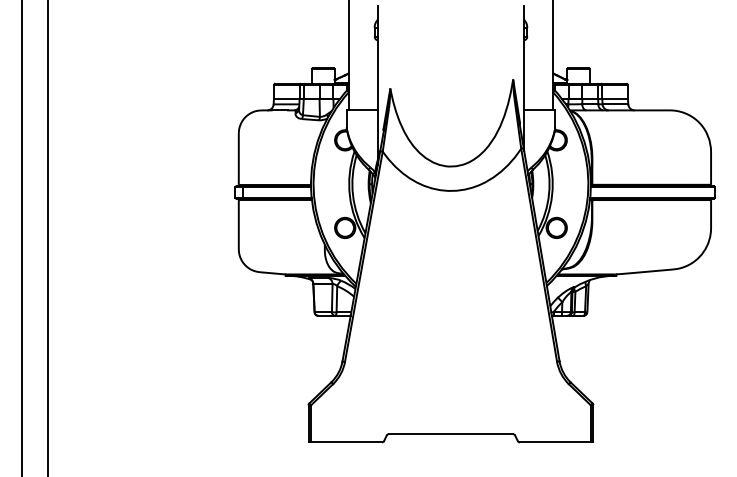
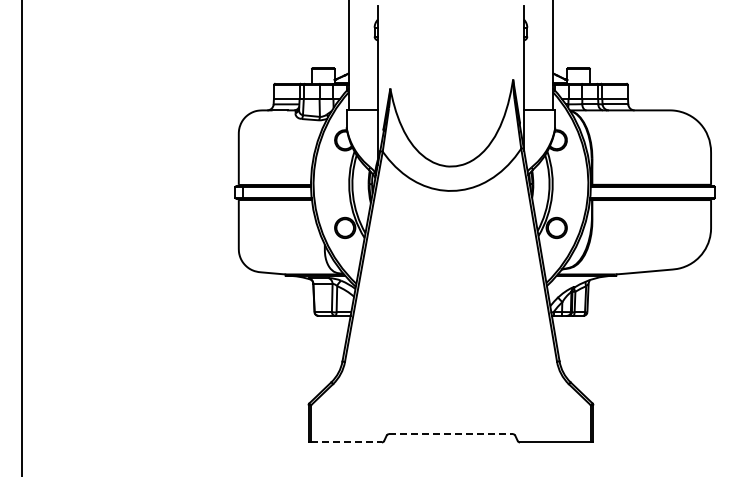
line at (47, 237): present -> none
line at (450, 434): solid -> dashed
line at (346, 442): solid -> dashed
